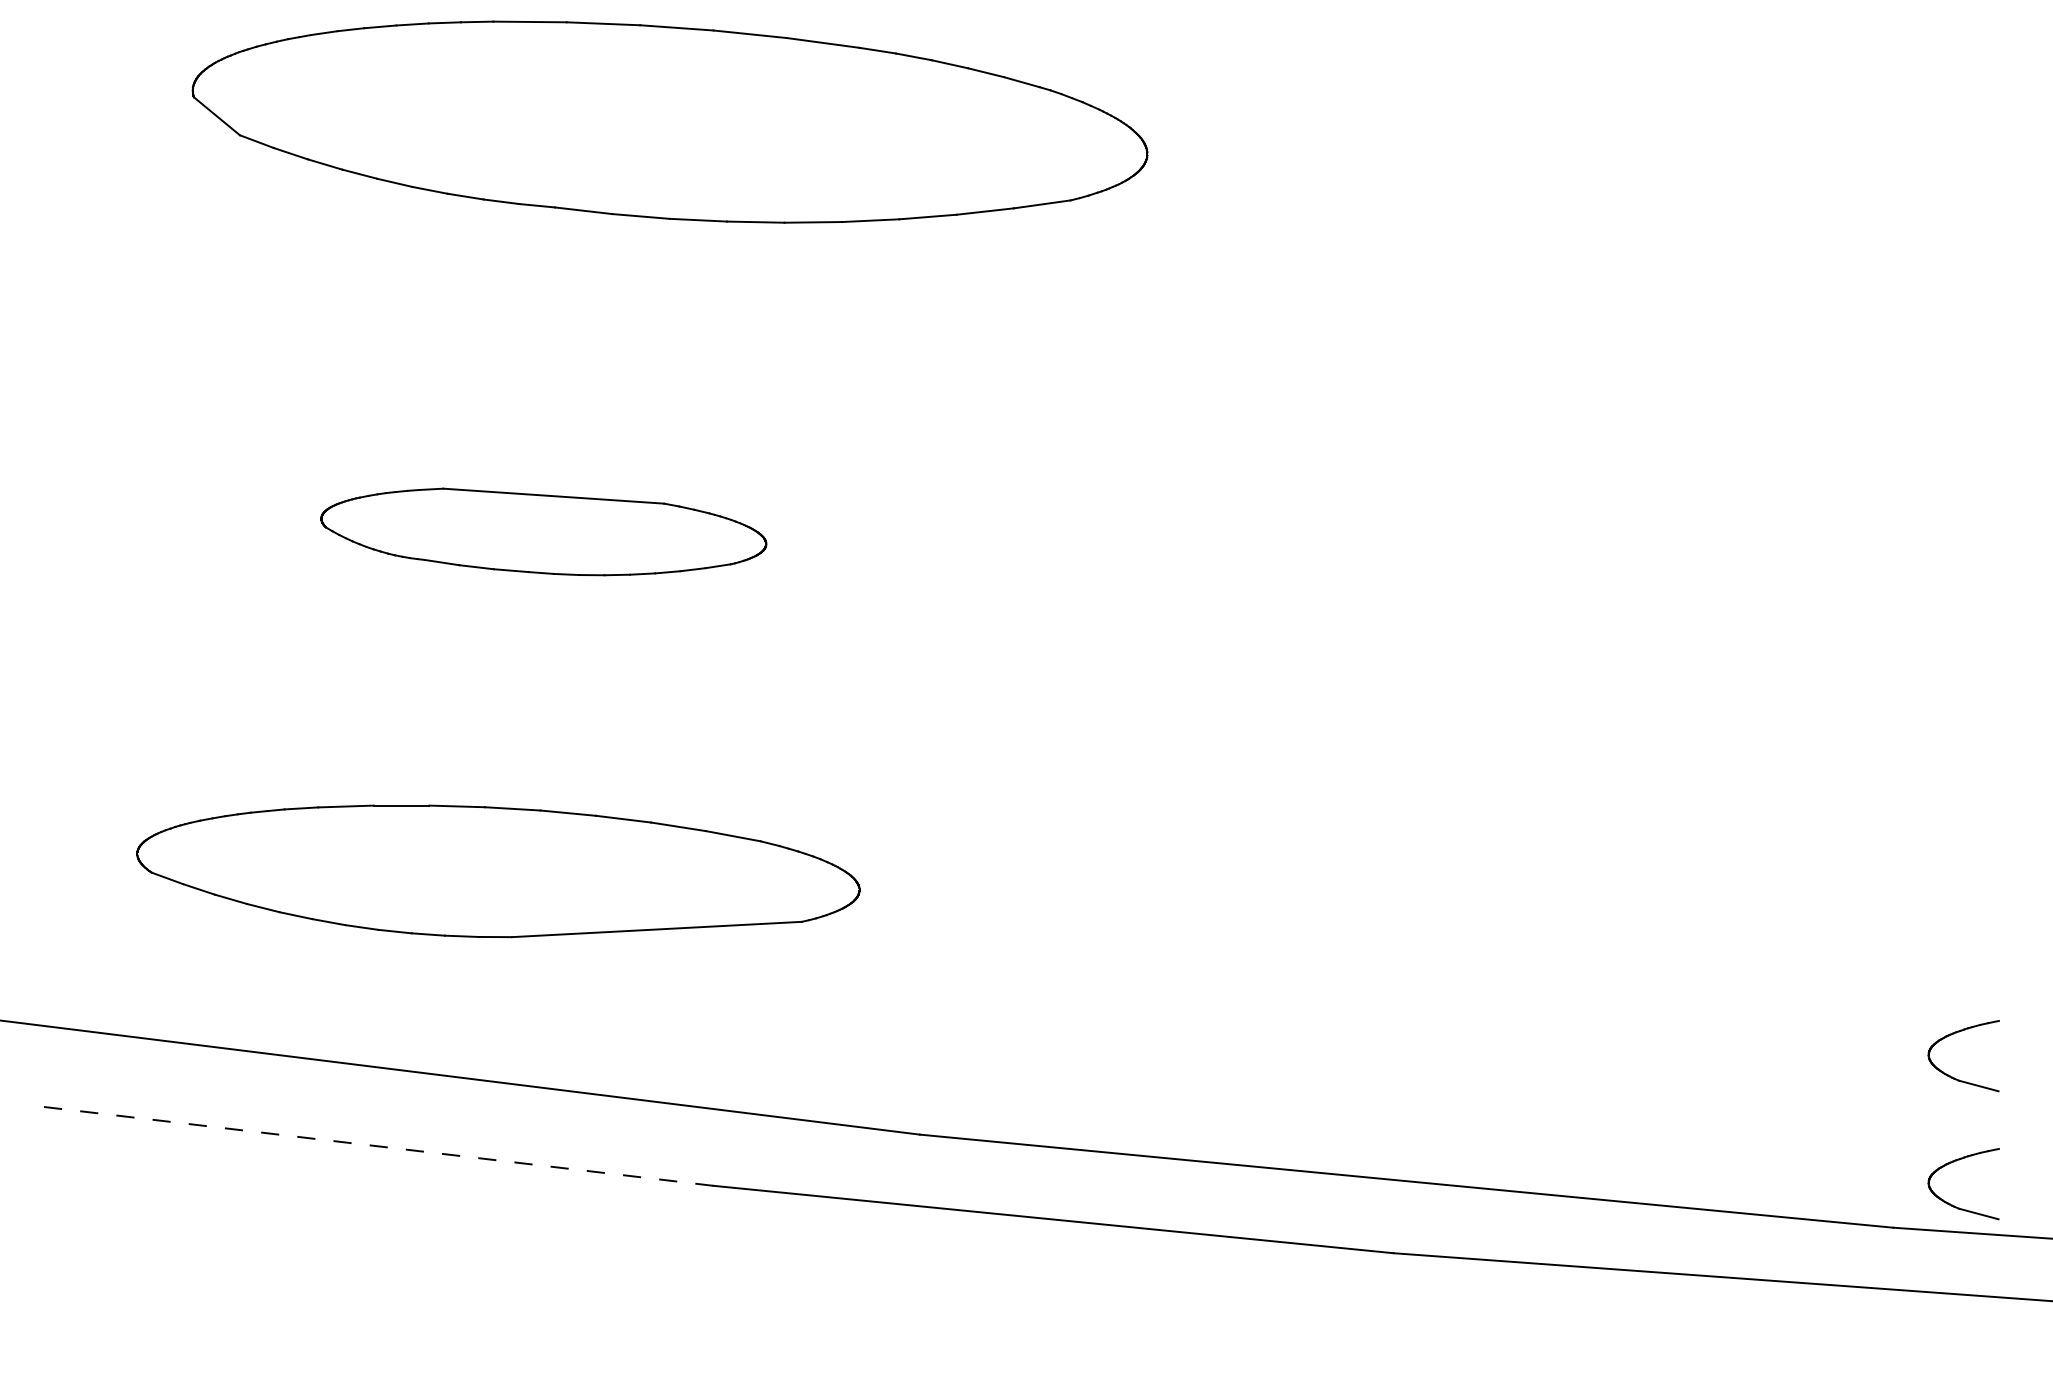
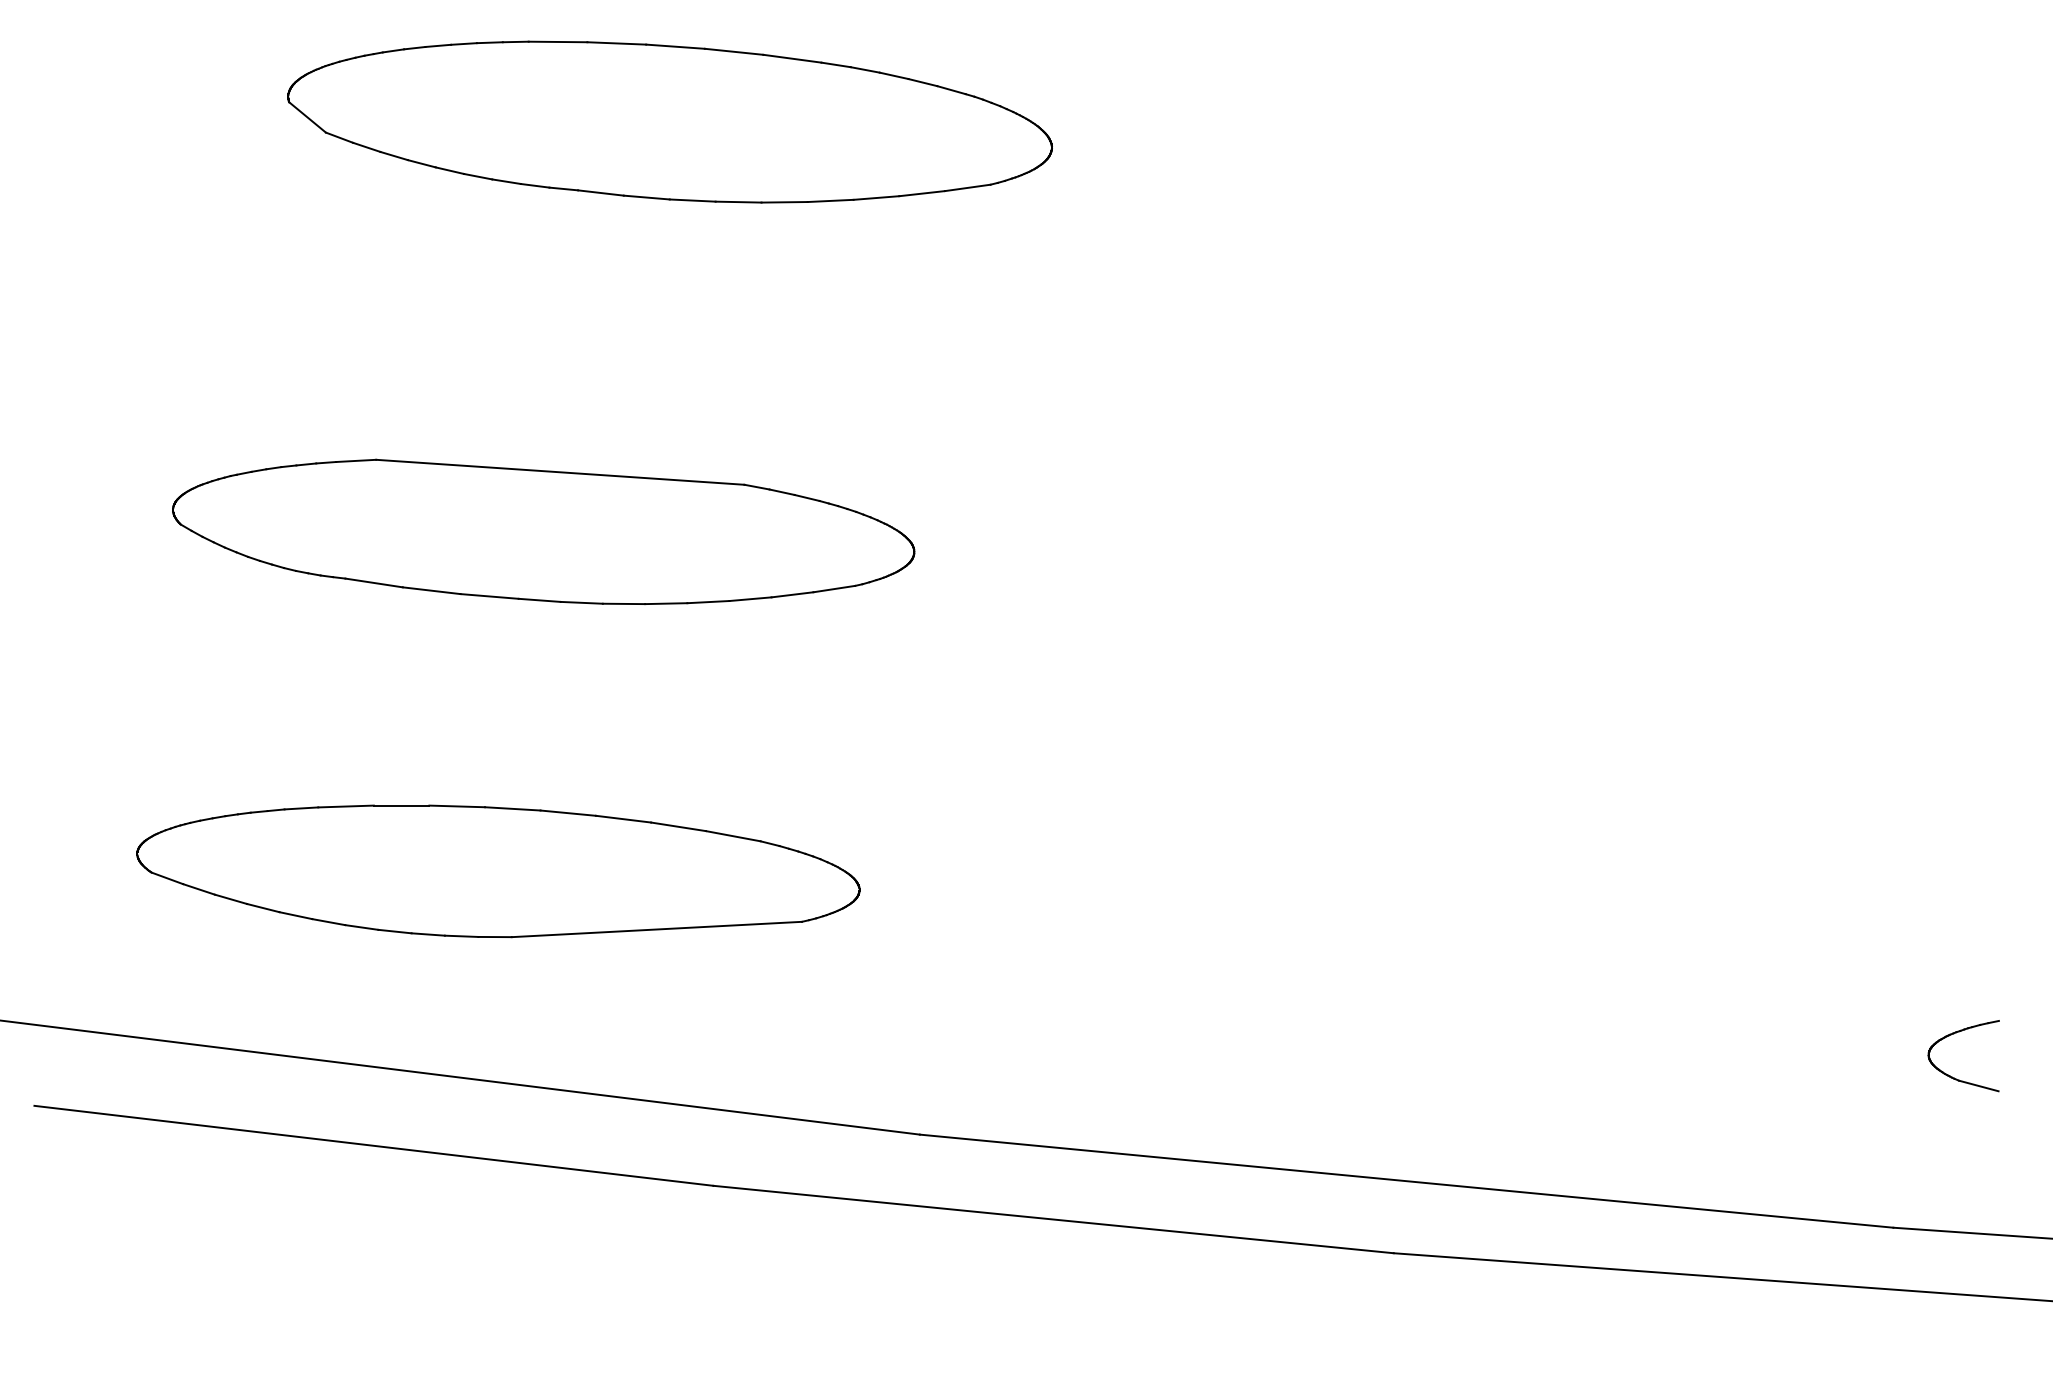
part at (669, 121) size: 958x204 px -> 766x164 px
part at (543, 531) size: 448x90 px -> 744x148 px
line at (373, 1145): dashed -> solid
part at (1952, 1204): present -> none
